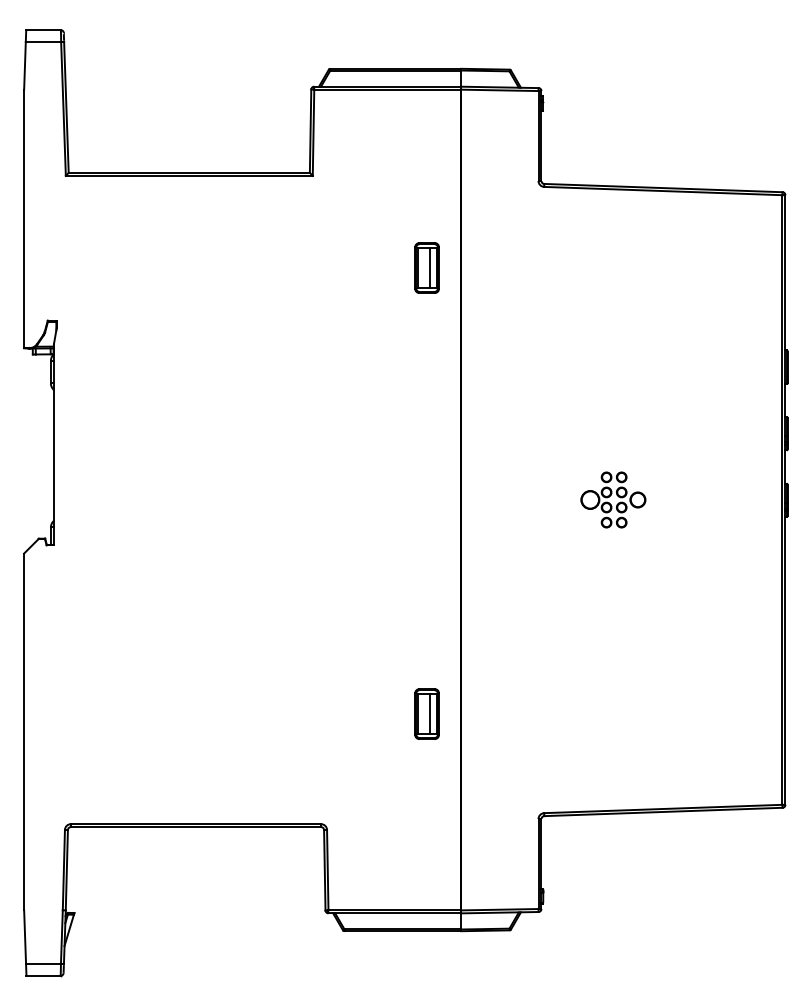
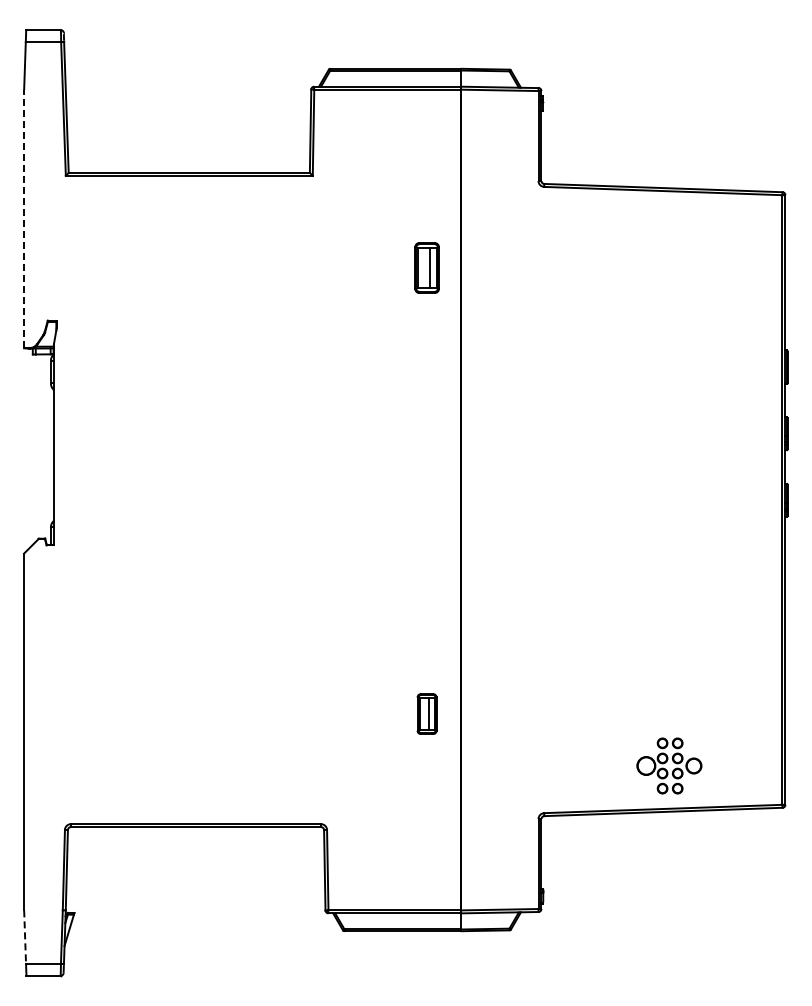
line at (24, 218): solid -> dashed
part at (613, 499) position: (613, 499) -> (669, 765)
part at (426, 713) size: 26x52 px -> 22x42 px
line at (25, 937): solid -> dashed
